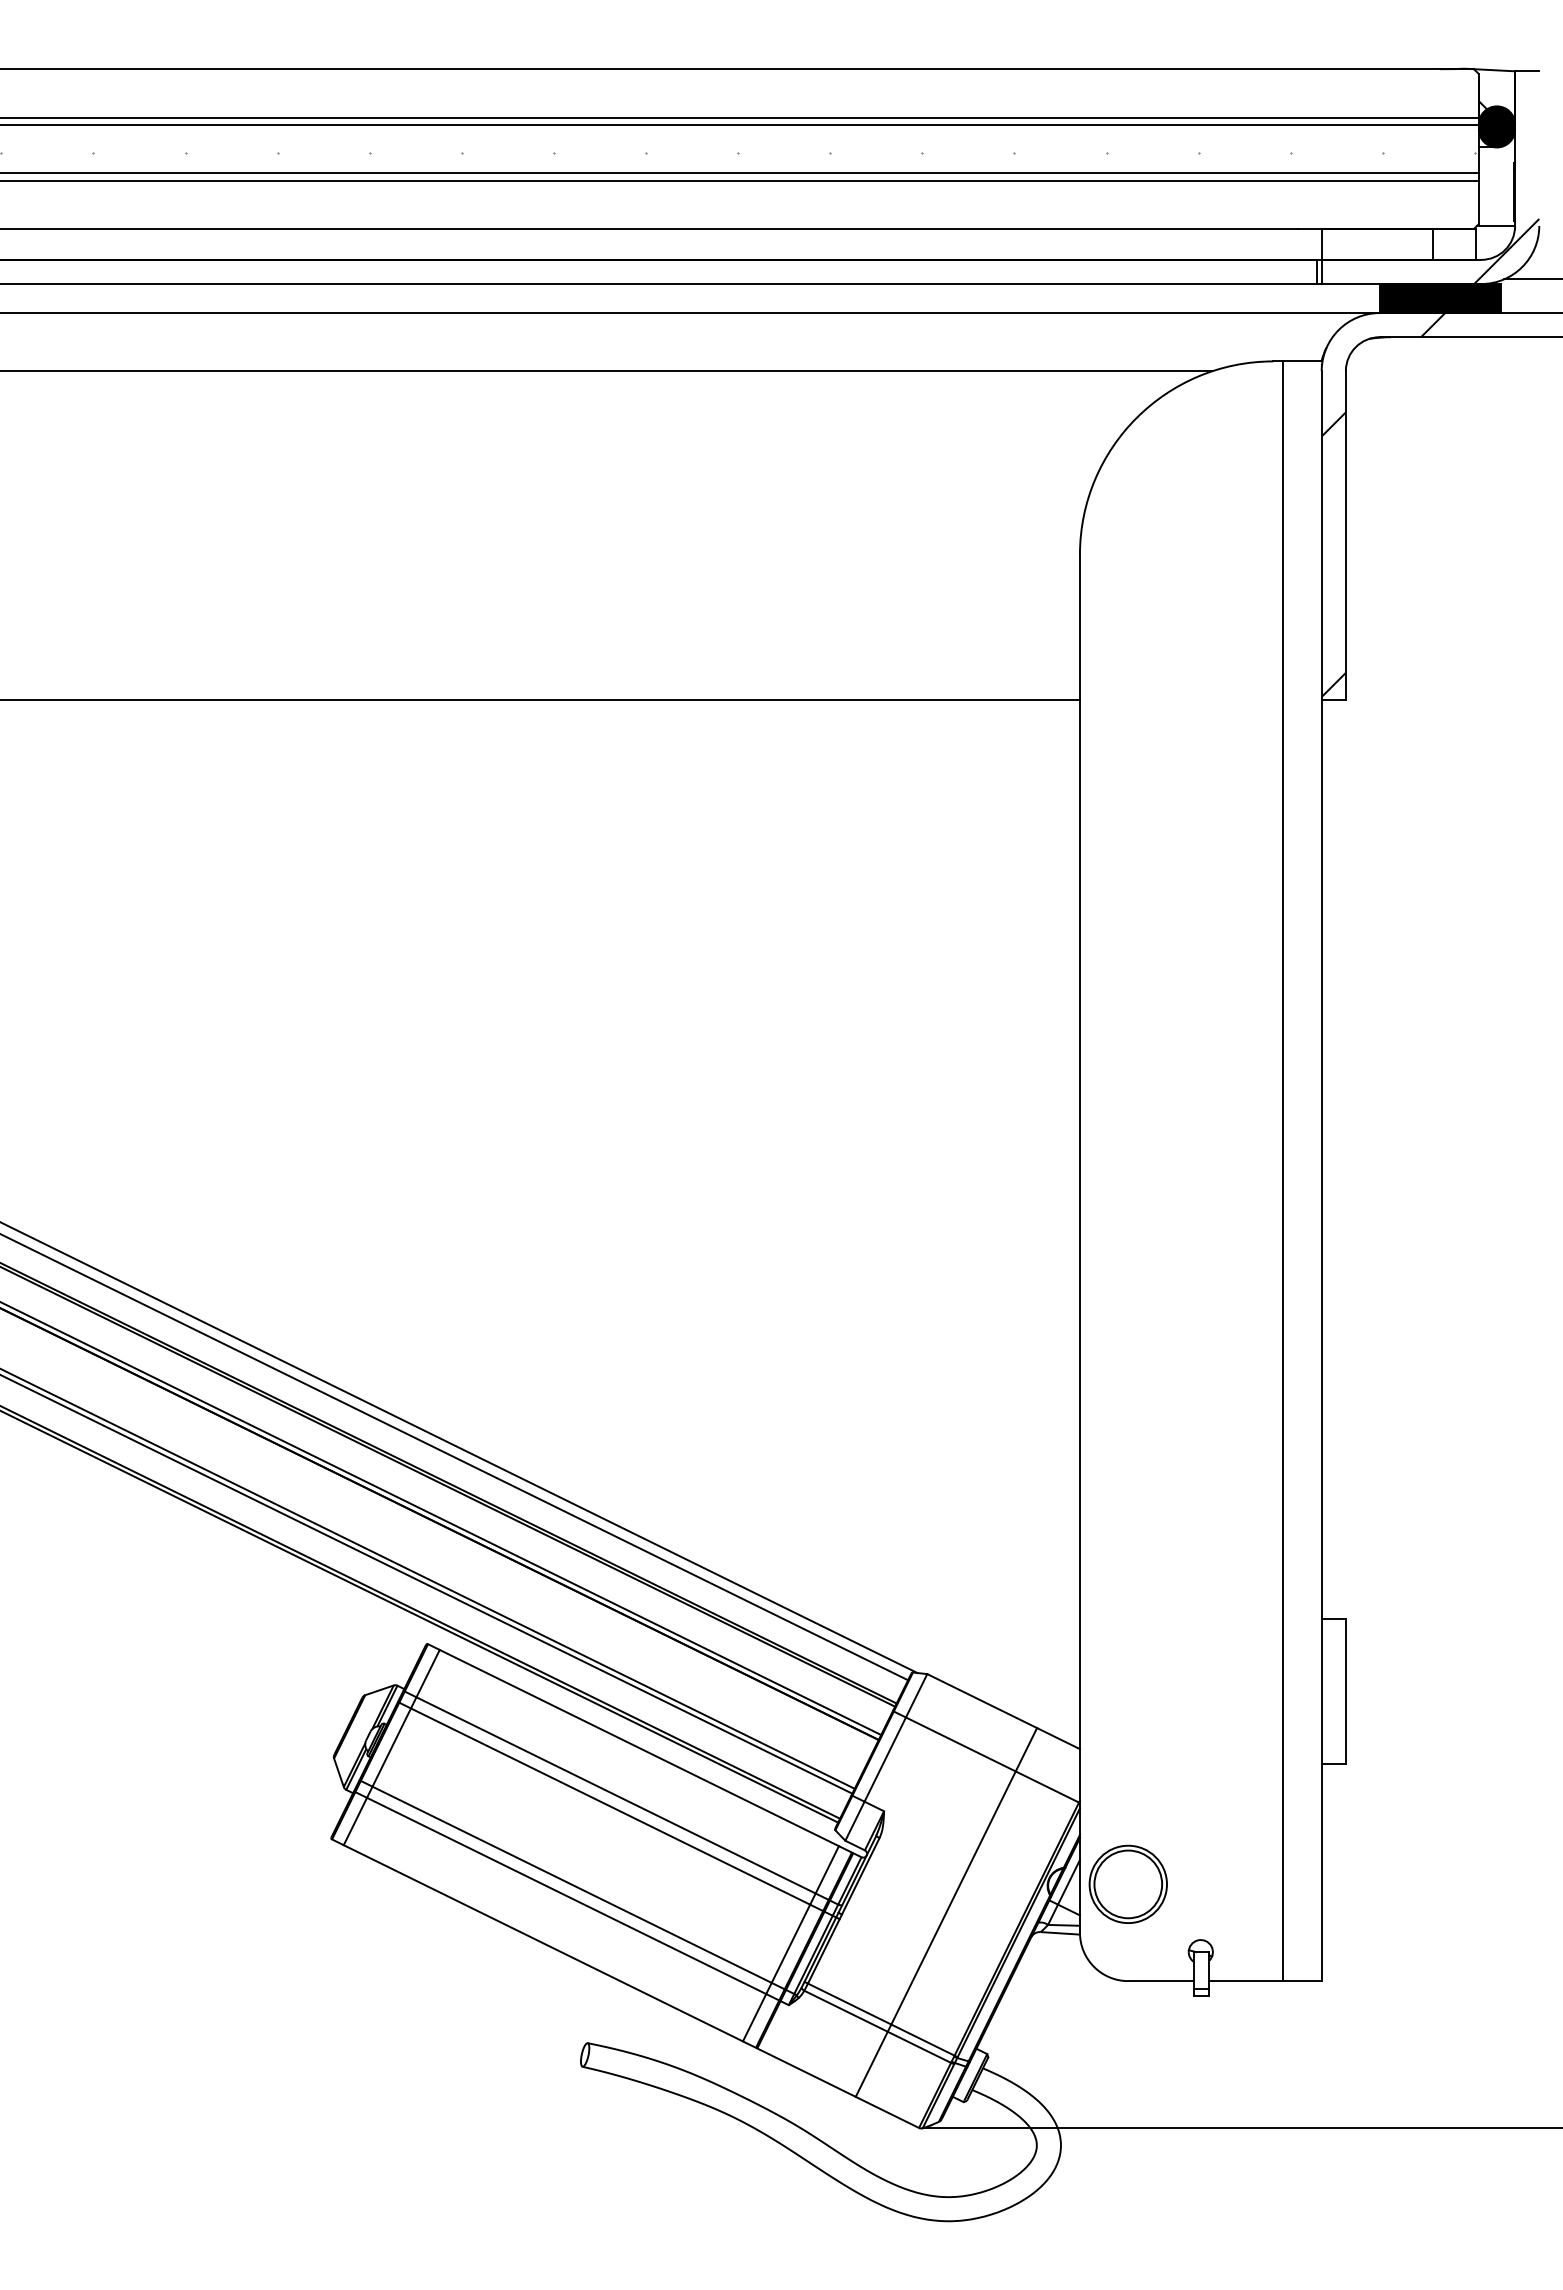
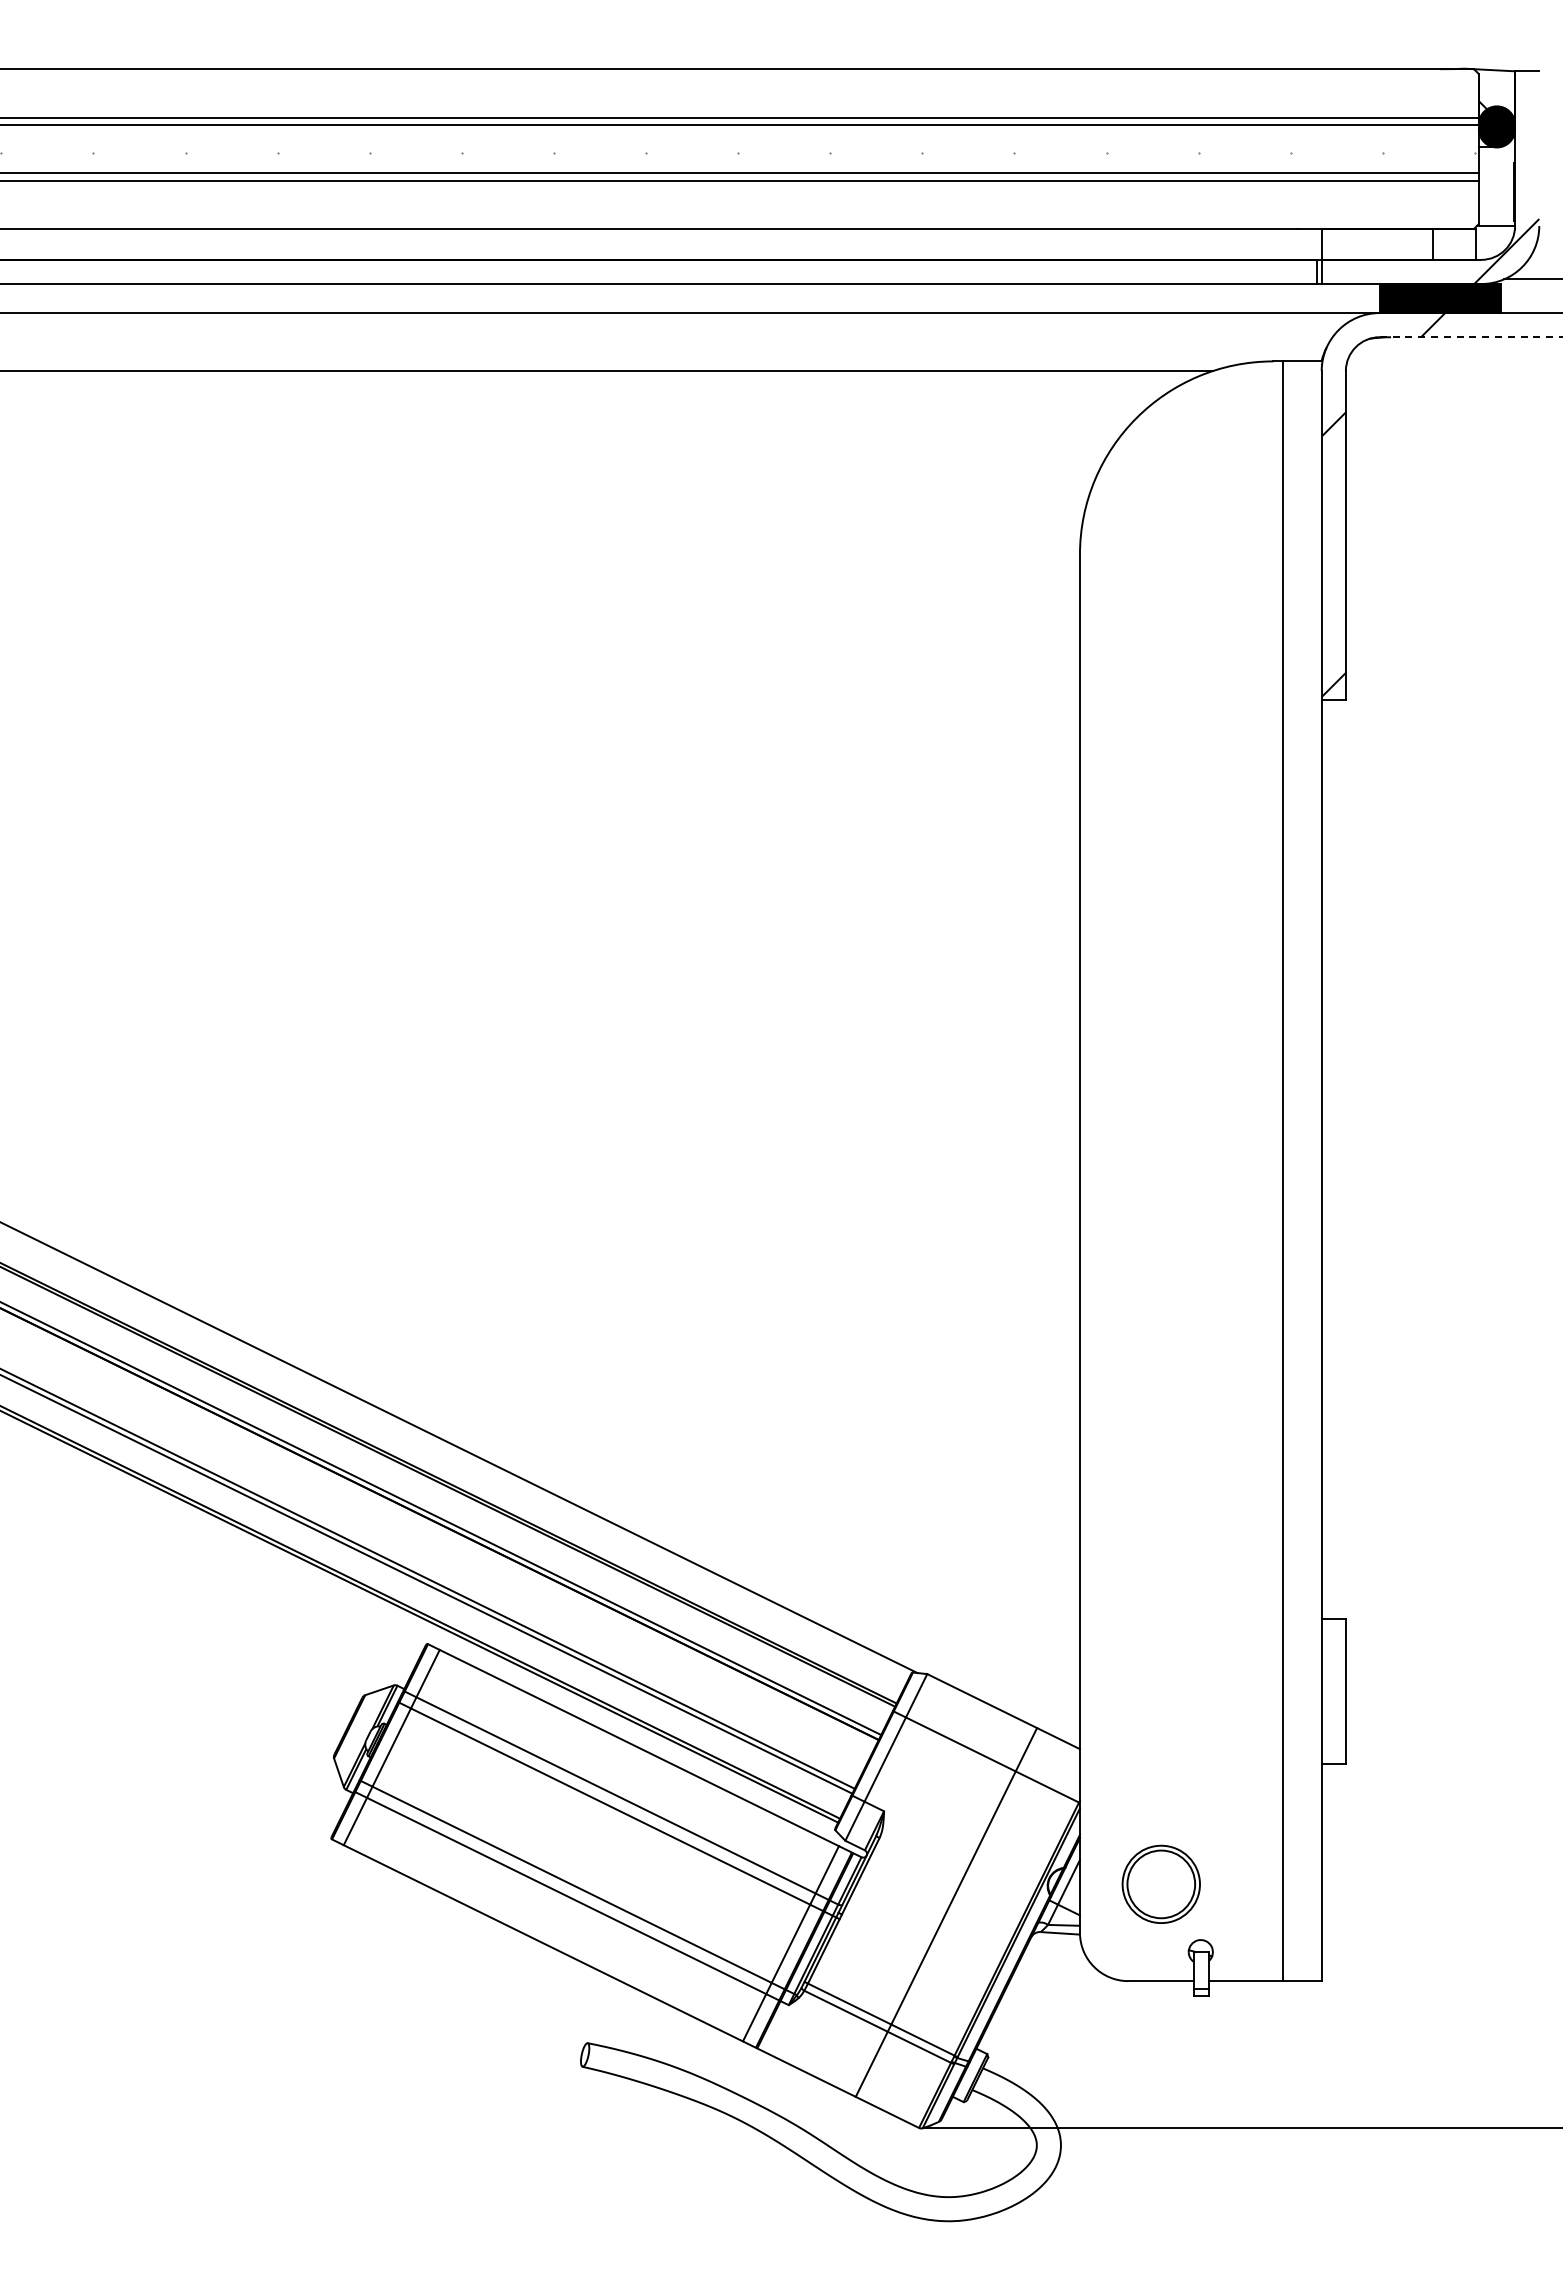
line at (1471, 337): solid -> dashed
line at (540, 699): present -> none
line at (455, 1457): present -> none
part at (1127, 1883) position: (1127, 1883) -> (1160, 1883)
